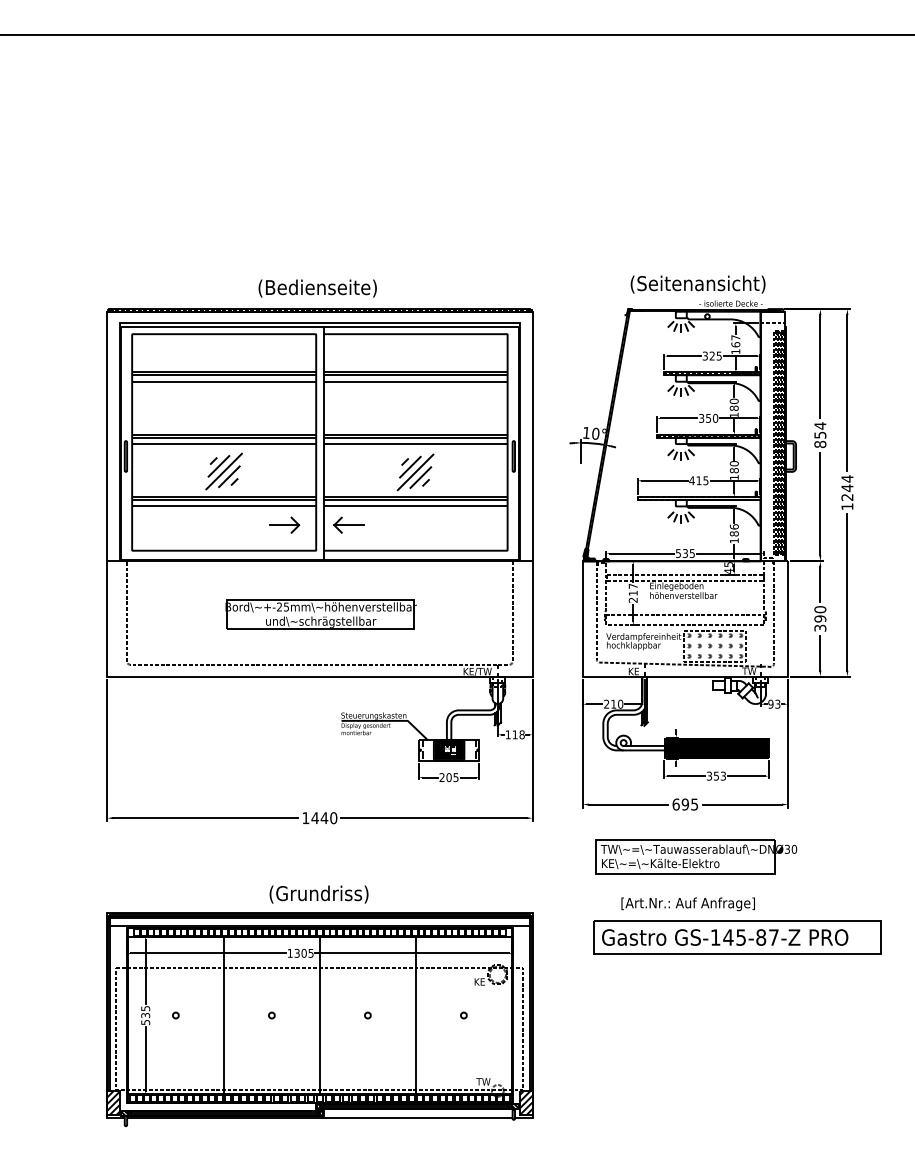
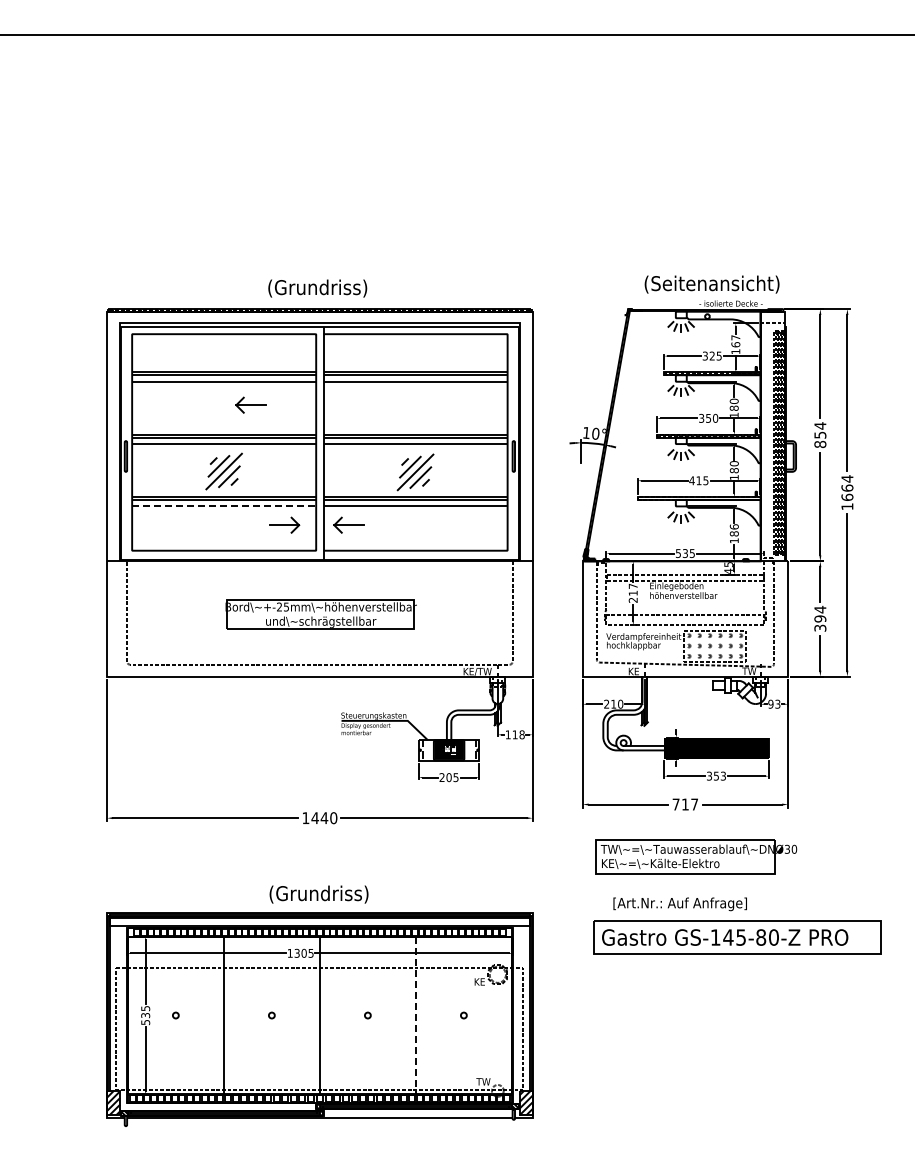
text at (697, 284) position: (697, 284) -> (711, 284)
text at (317, 288): (Bedienseite) -> (Grundriss)
part at (250, 404): none -> present
text at (847, 492): 1244 -> 1664
line at (224, 506): solid -> dashed
text at (820, 609): 390 -> 394
text at (684, 804): 695 -> 717
text at (687, 904) position: (687, 904) -> (679, 904)
text at (773, 937): GS-145-87-Z -> GS-145-80-Z
line at (415, 1016): solid -> dashed
